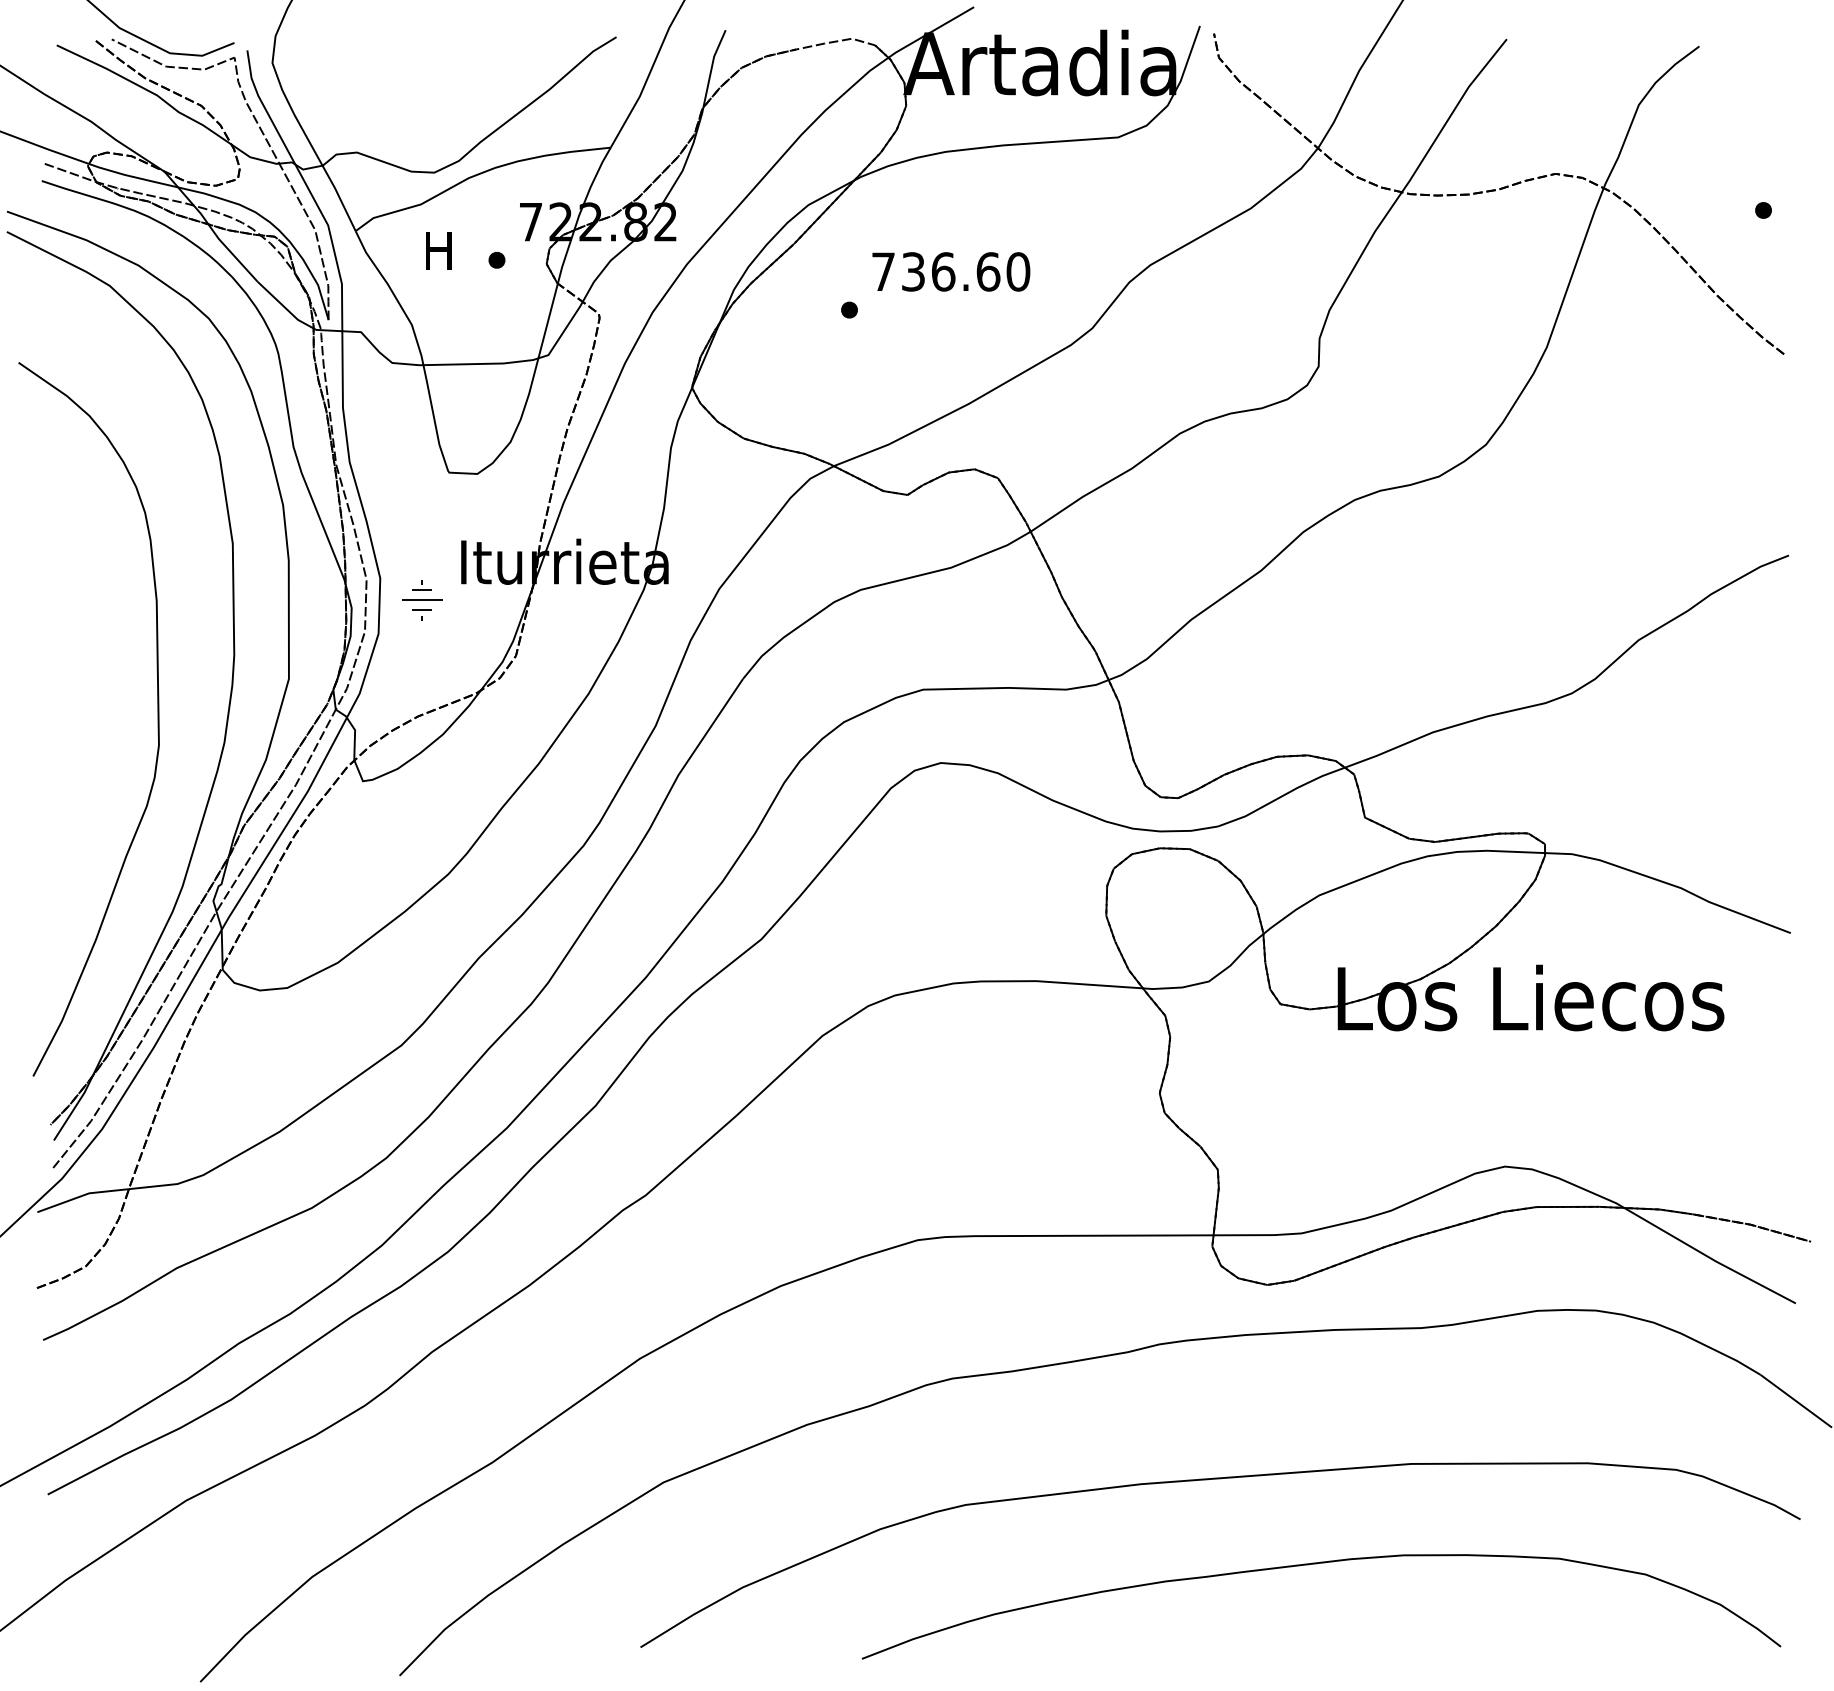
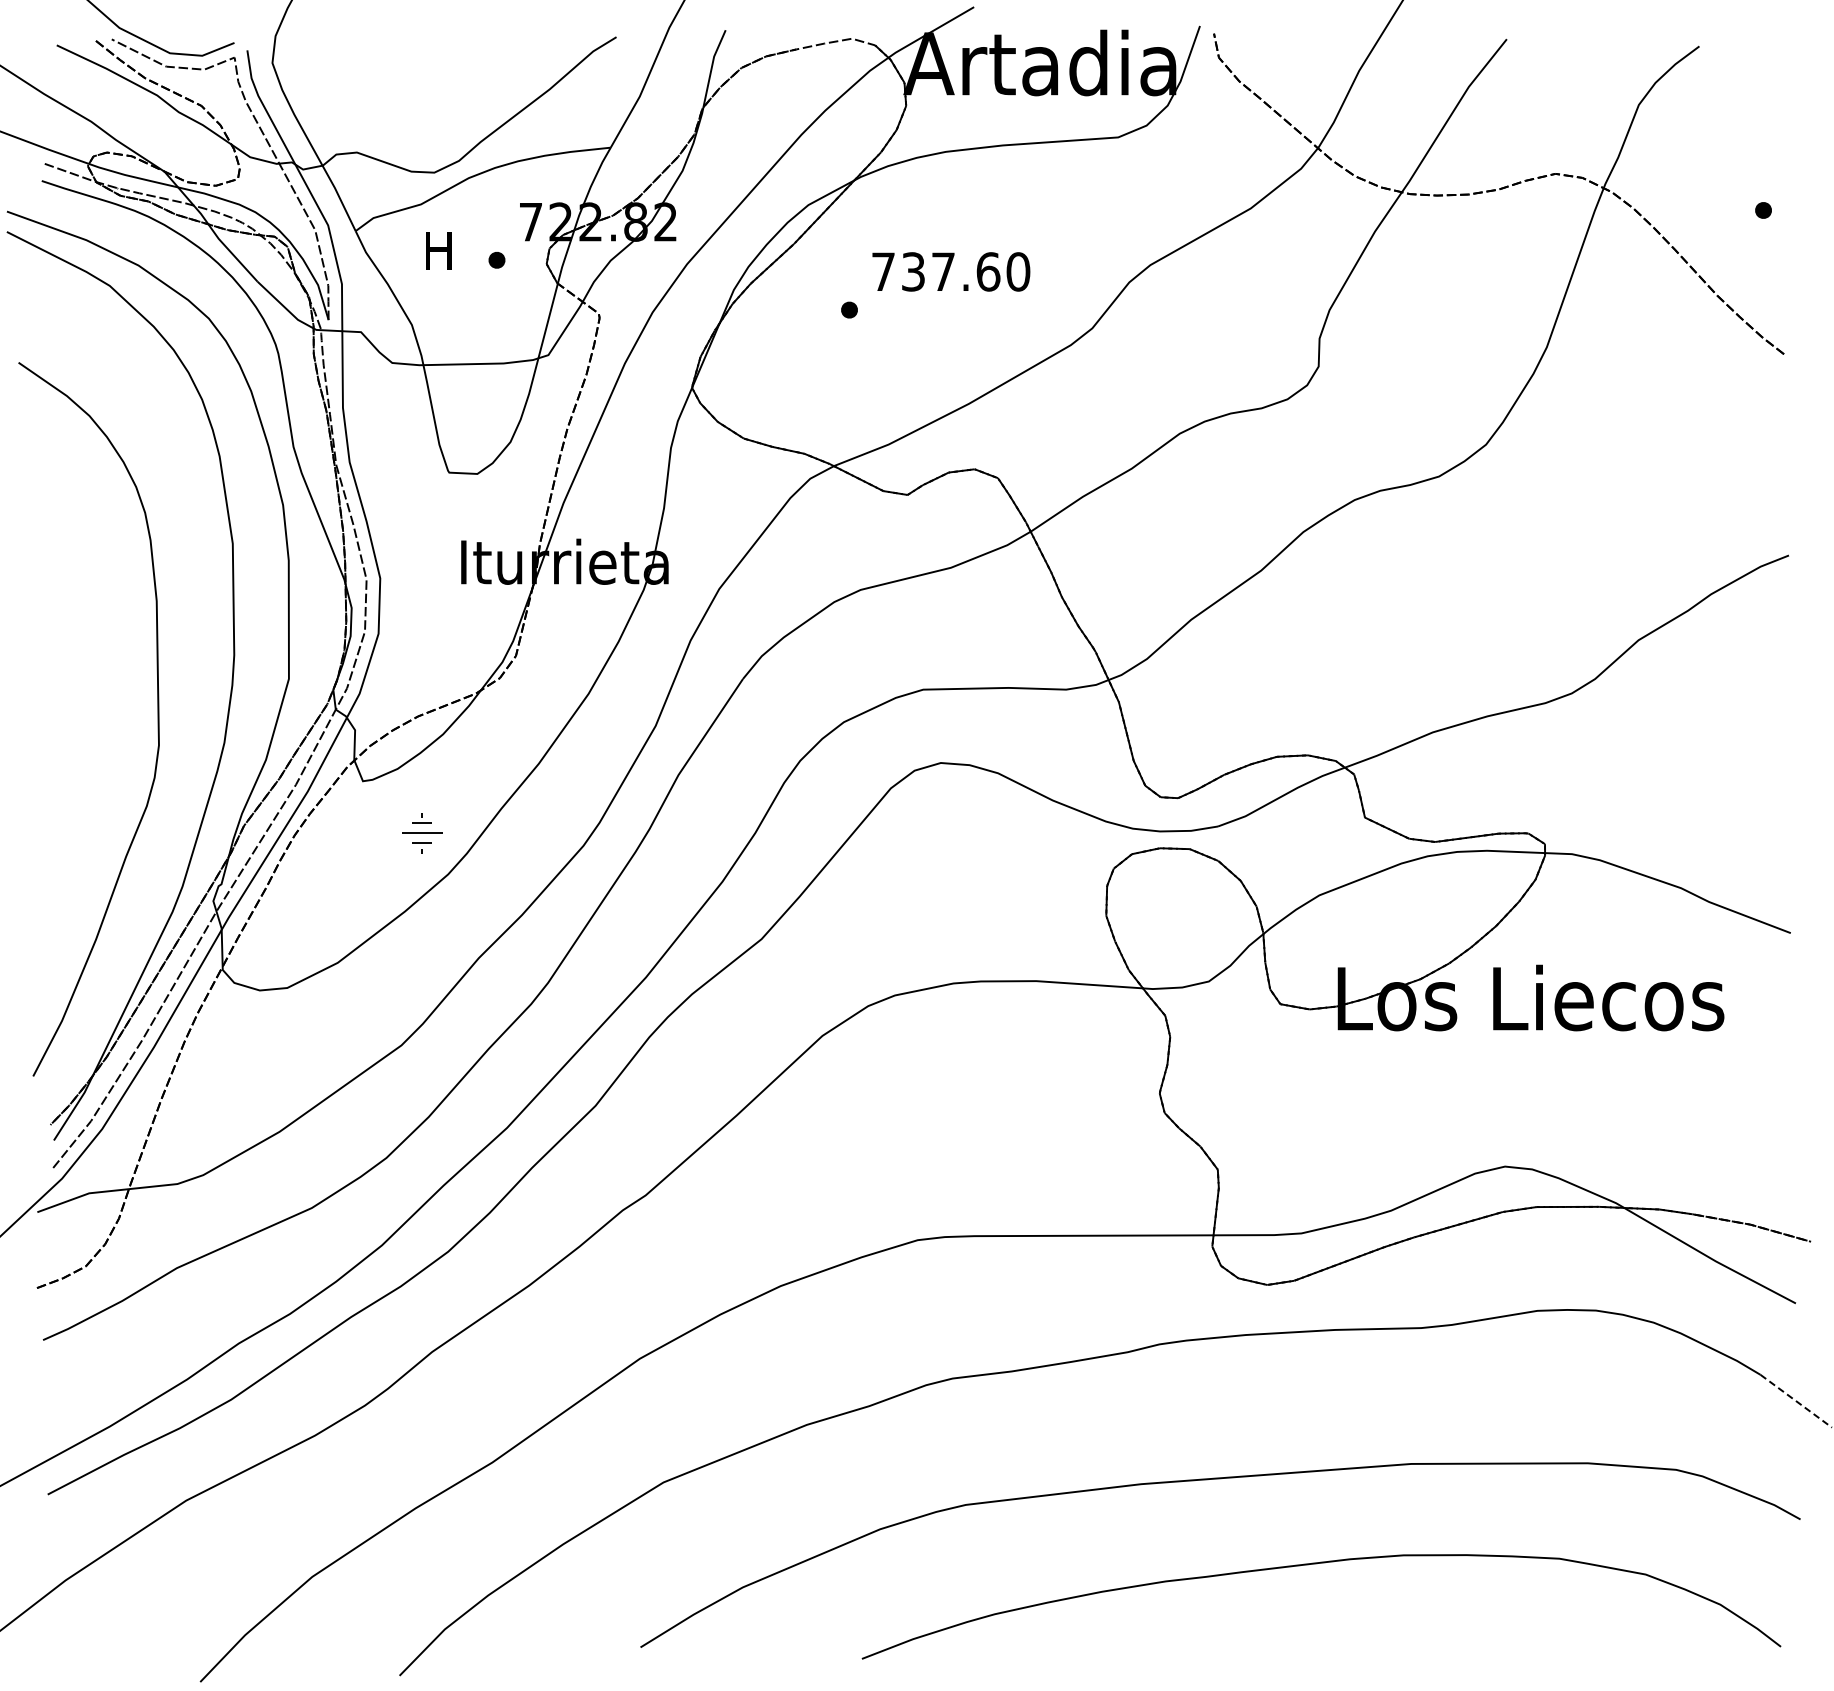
text at (943, 271): 736.60 -> 737.60
part at (422, 600) position: (422, 600) -> (422, 833)
line at (1796, 1401): solid -> dashed
